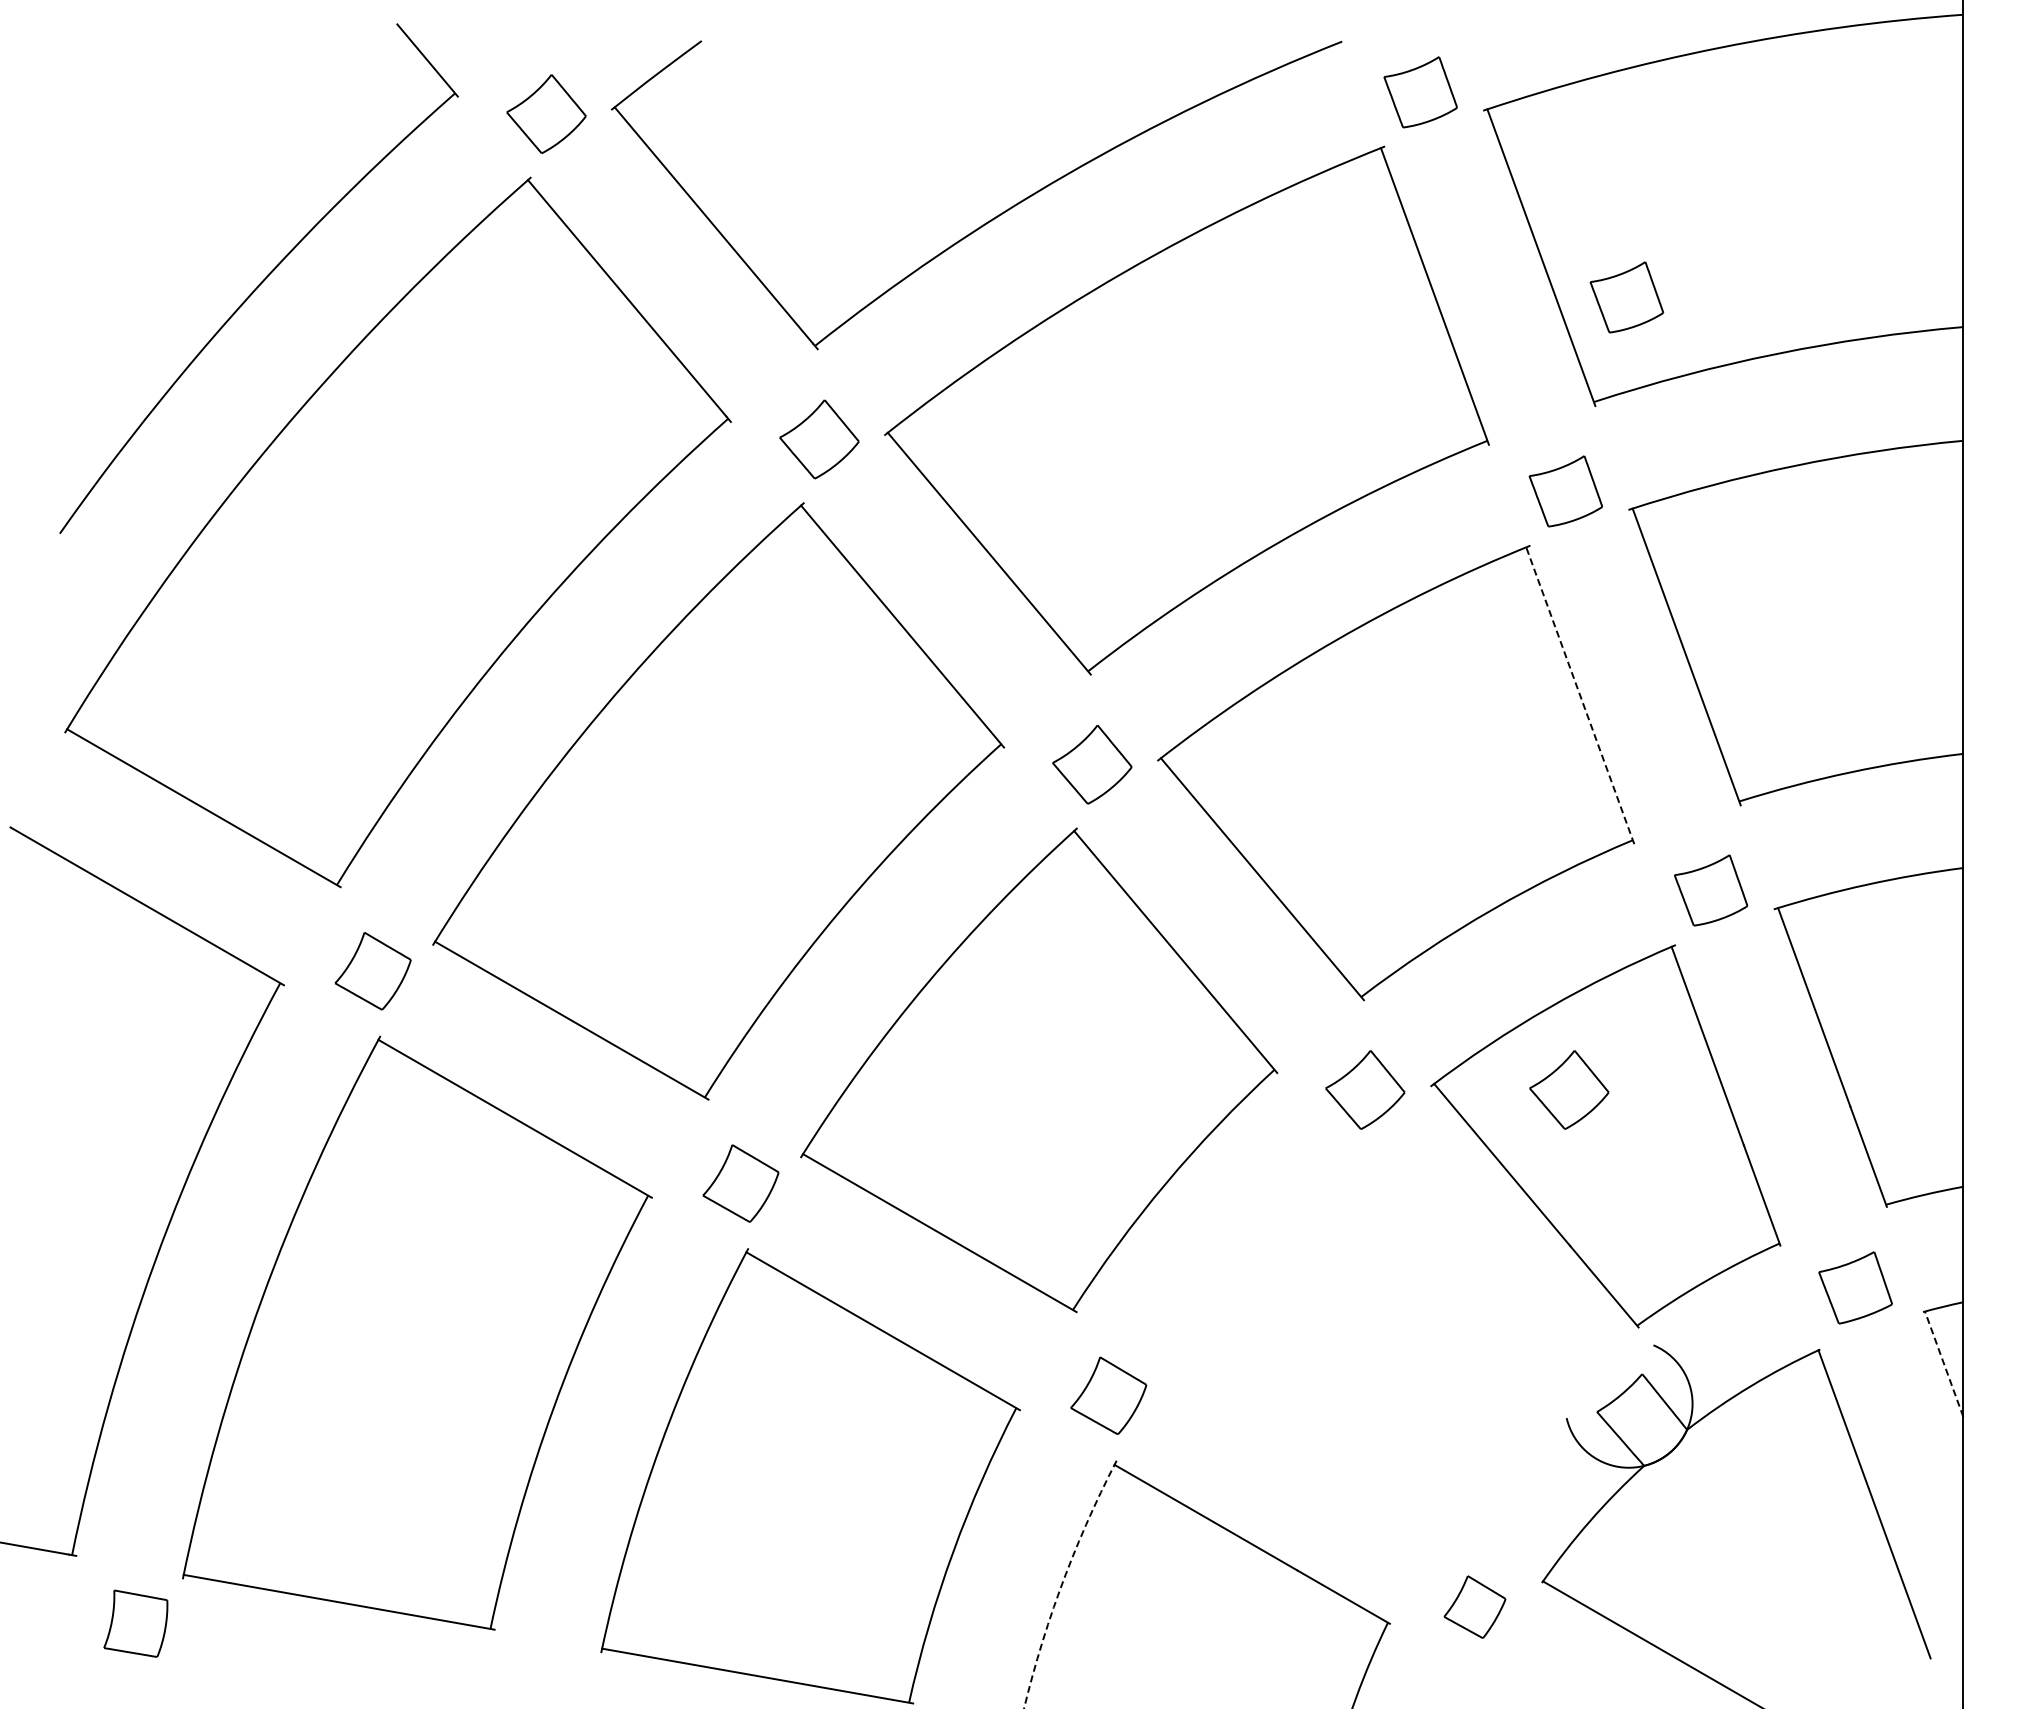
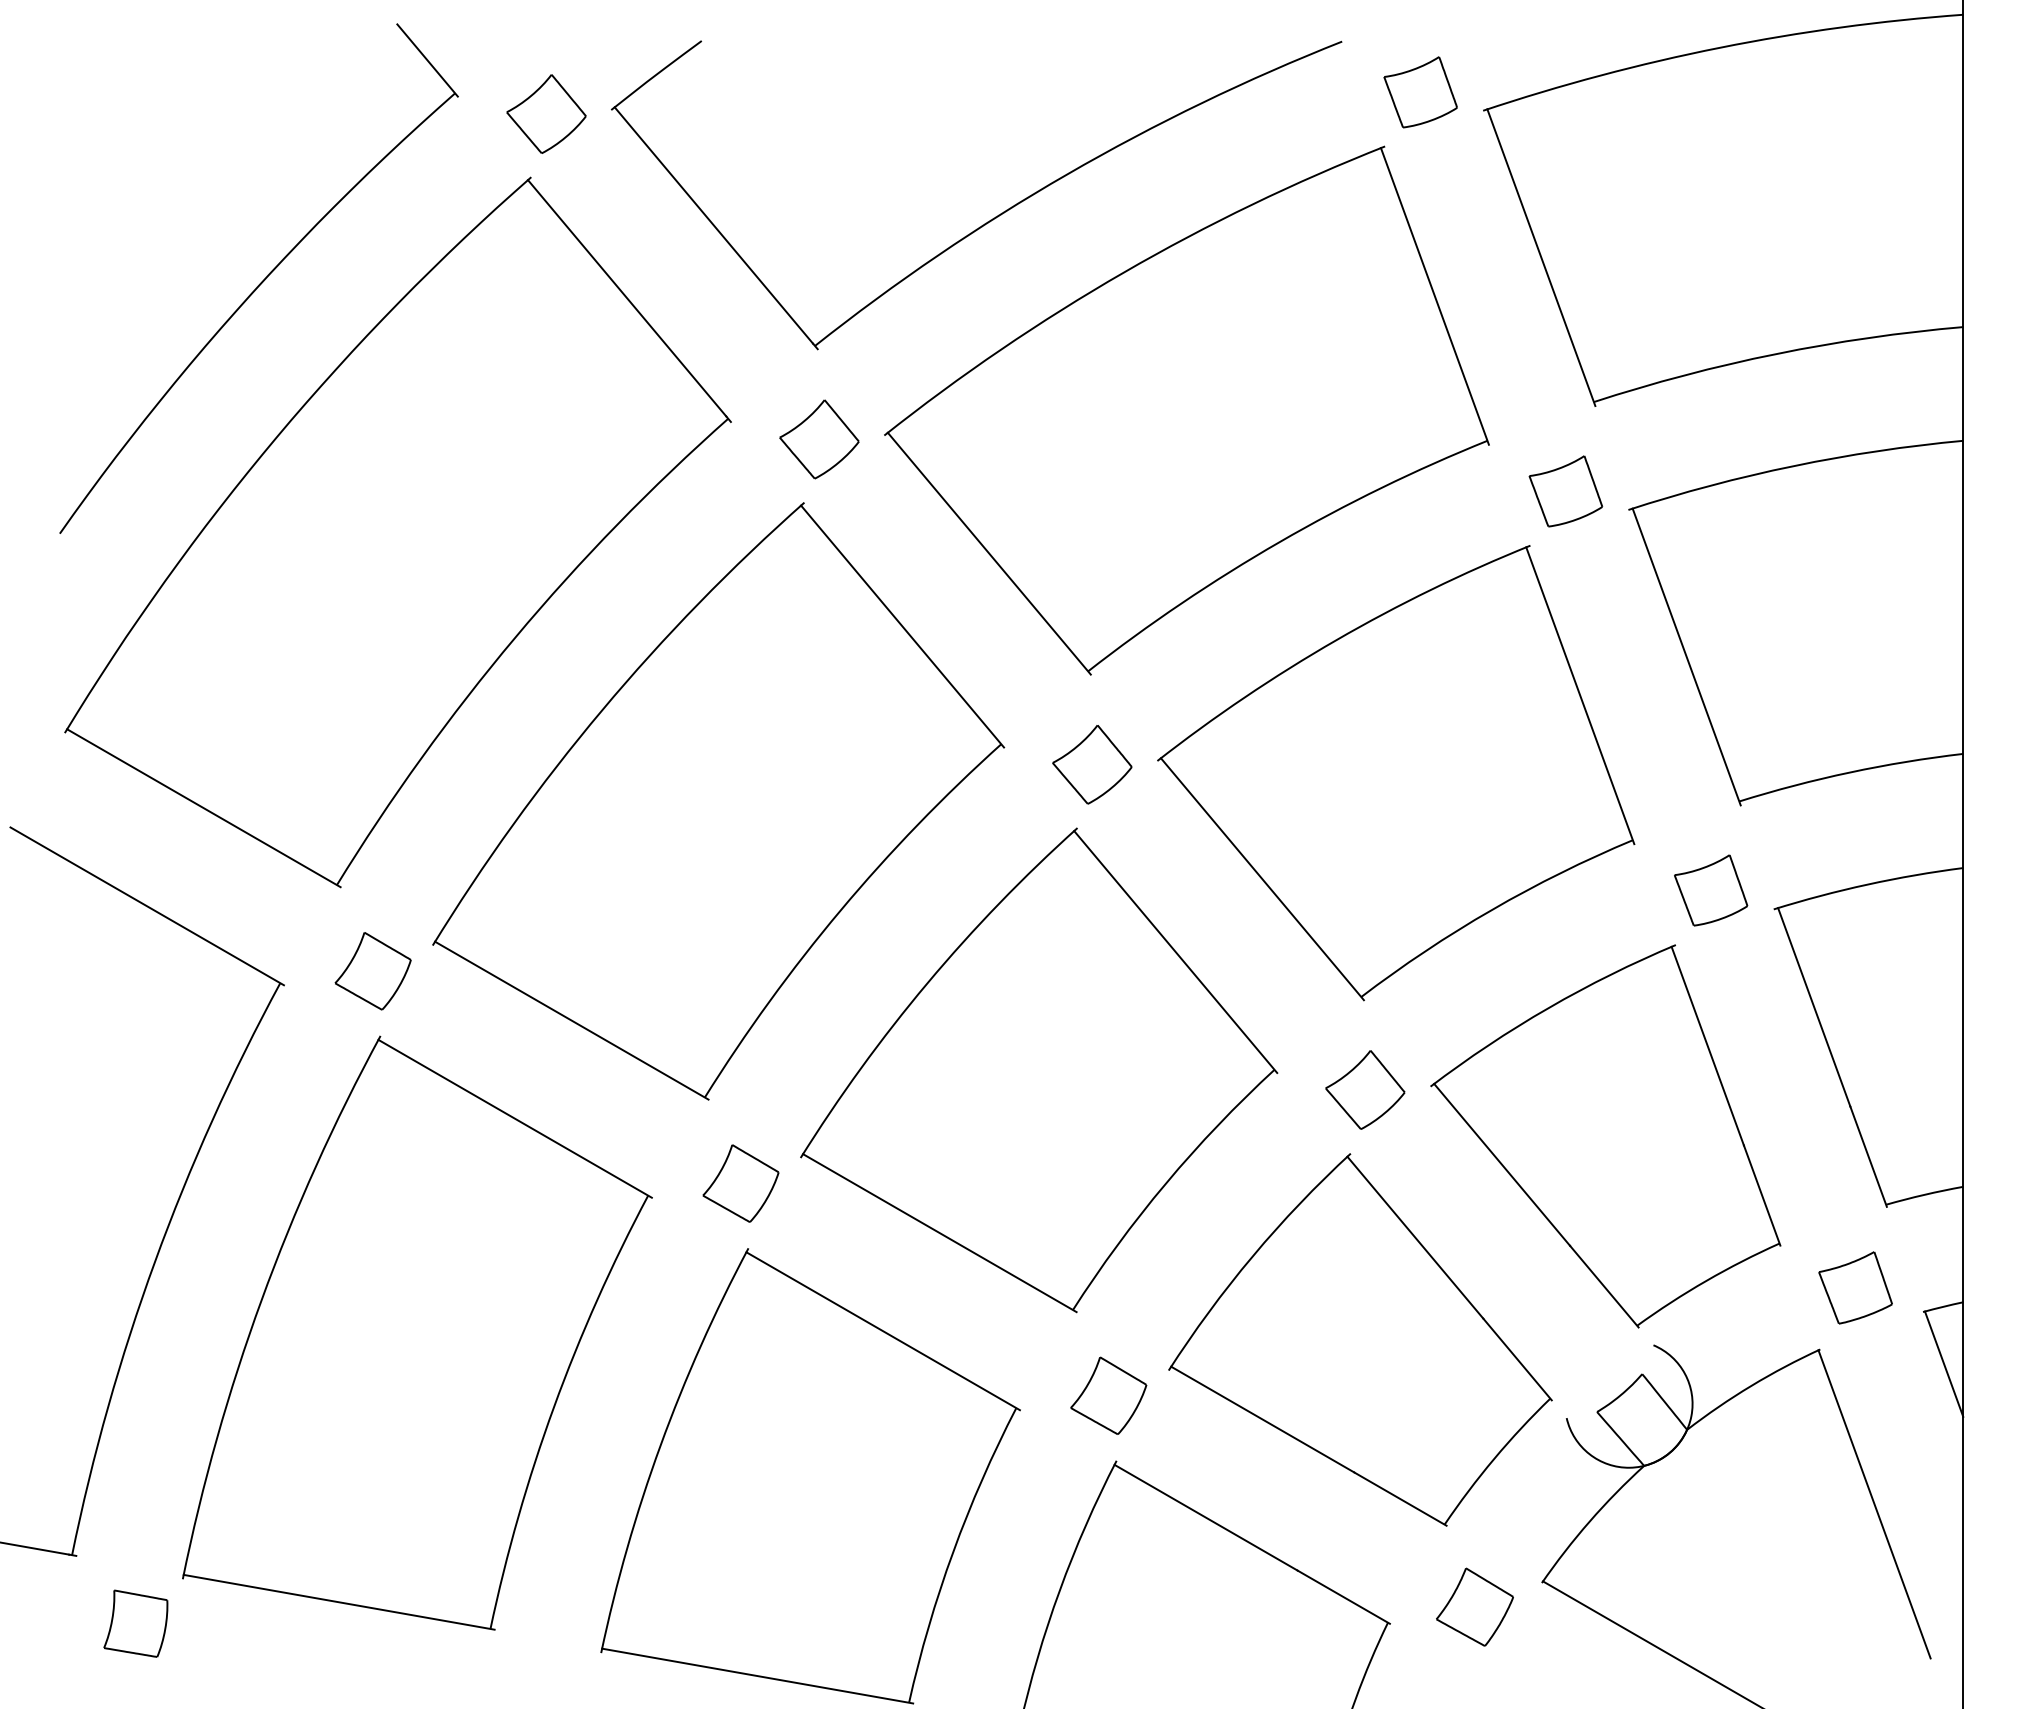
part at (1626, 297): present -> none
line at (1580, 695): dashed -> solid
part at (1569, 1089): present -> none
part at (1360, 1339): none -> present
line at (1943, 1363): dashed -> solid
arc at (1062, 1582): dashed -> solid
part at (1474, 1606) size: 64x64 px -> 78x80 px
